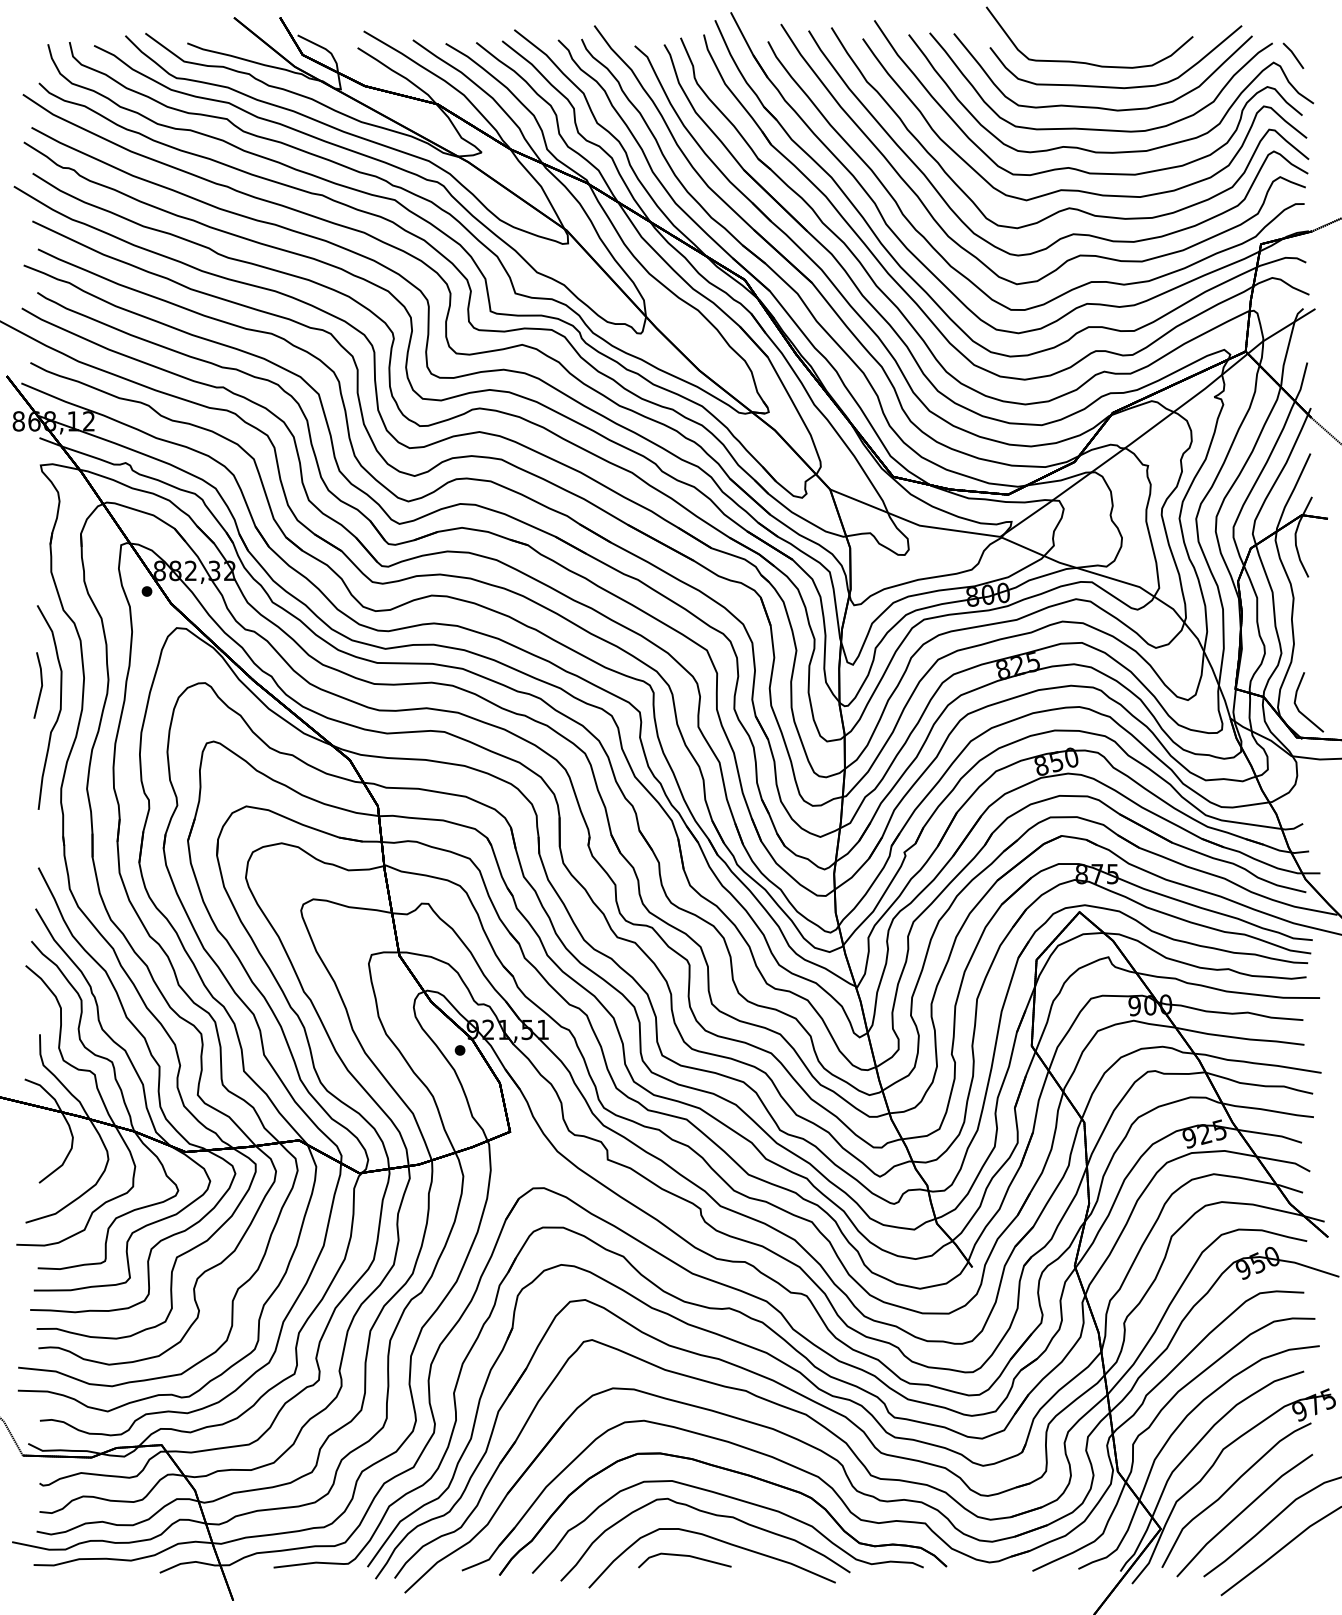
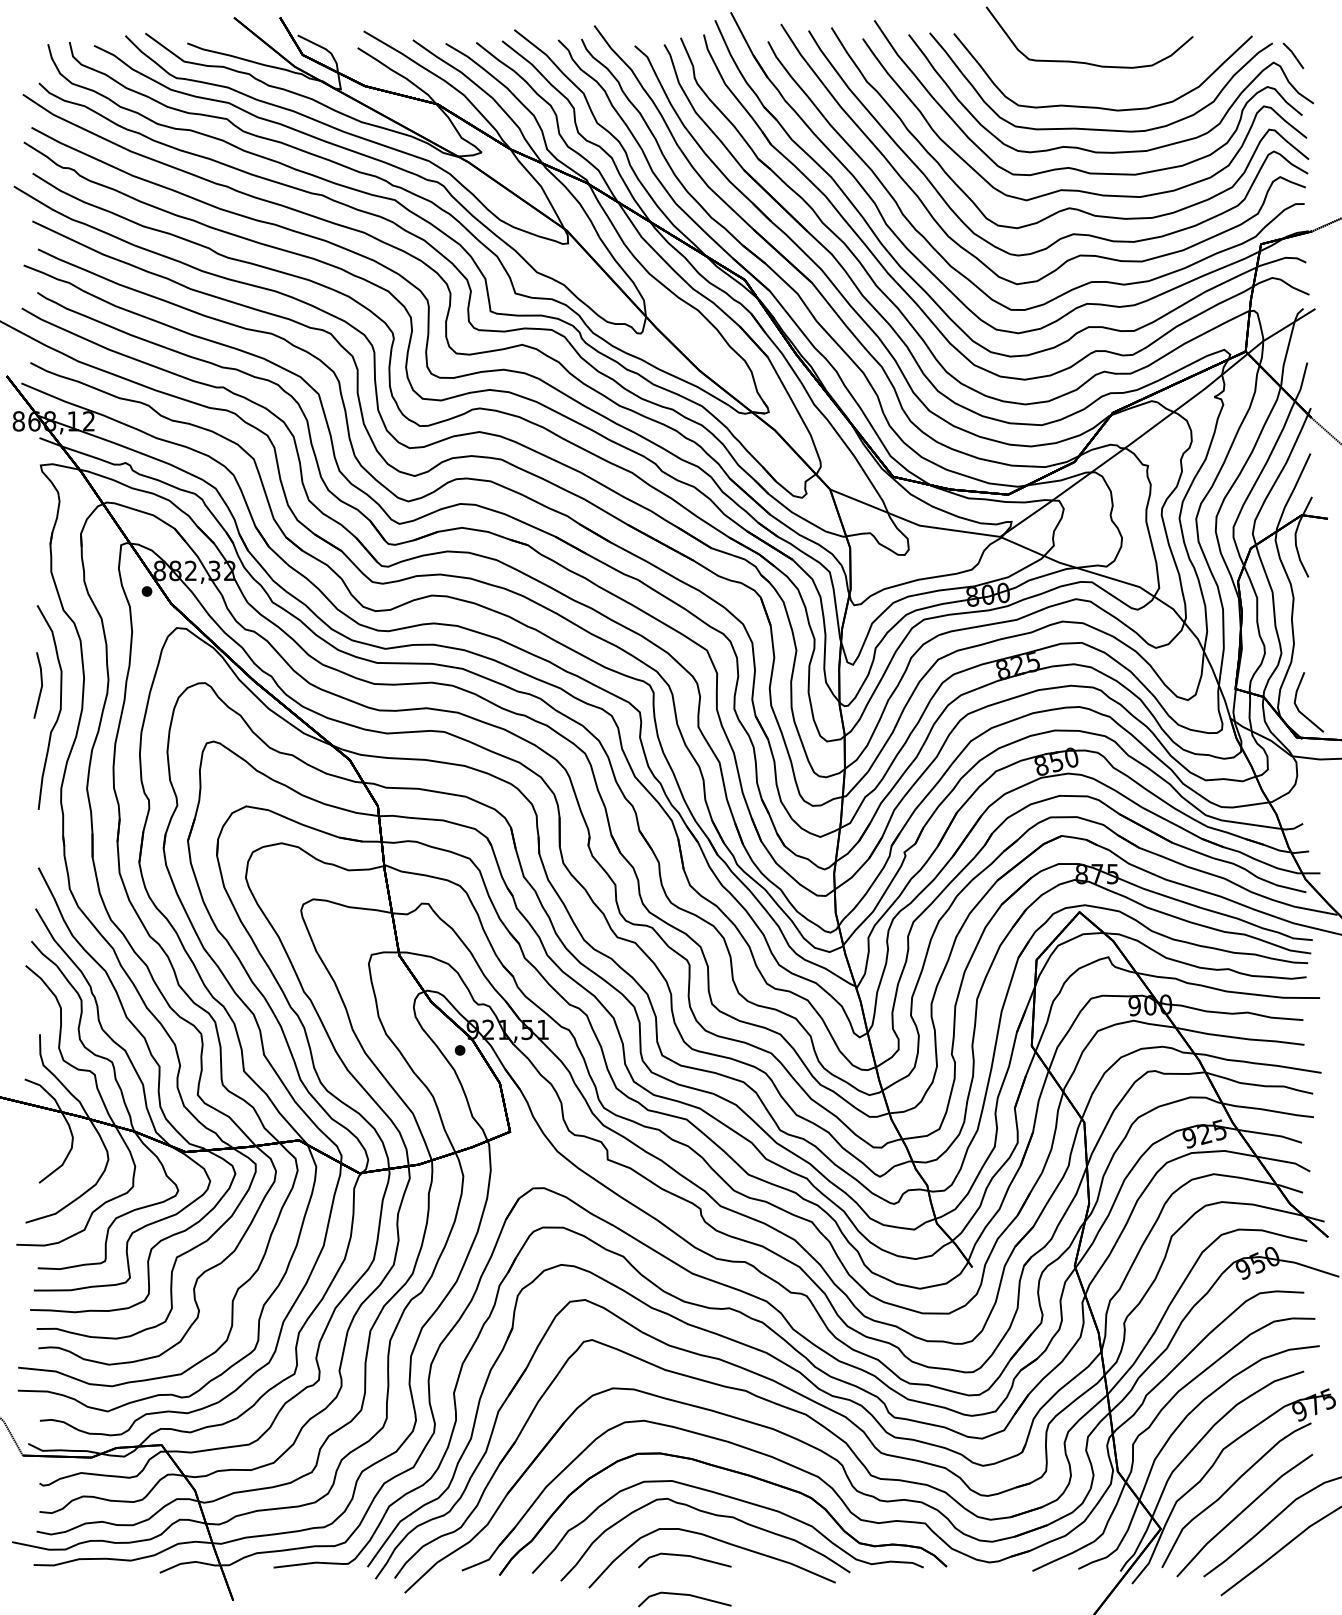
part at (1115, 86): present -> none
line at (684, 1595): none -> present
